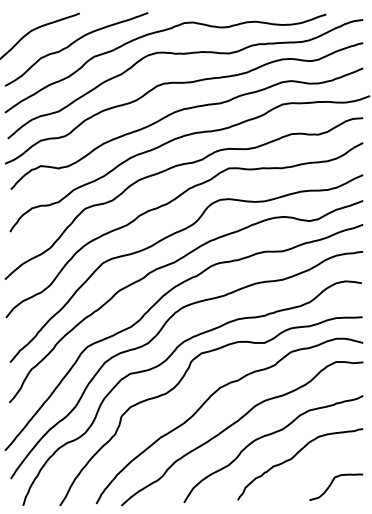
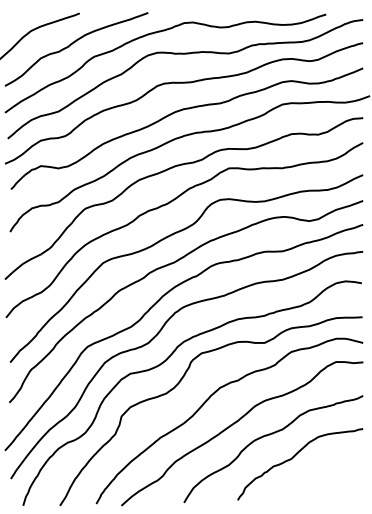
curve at (332, 483): present -> none
